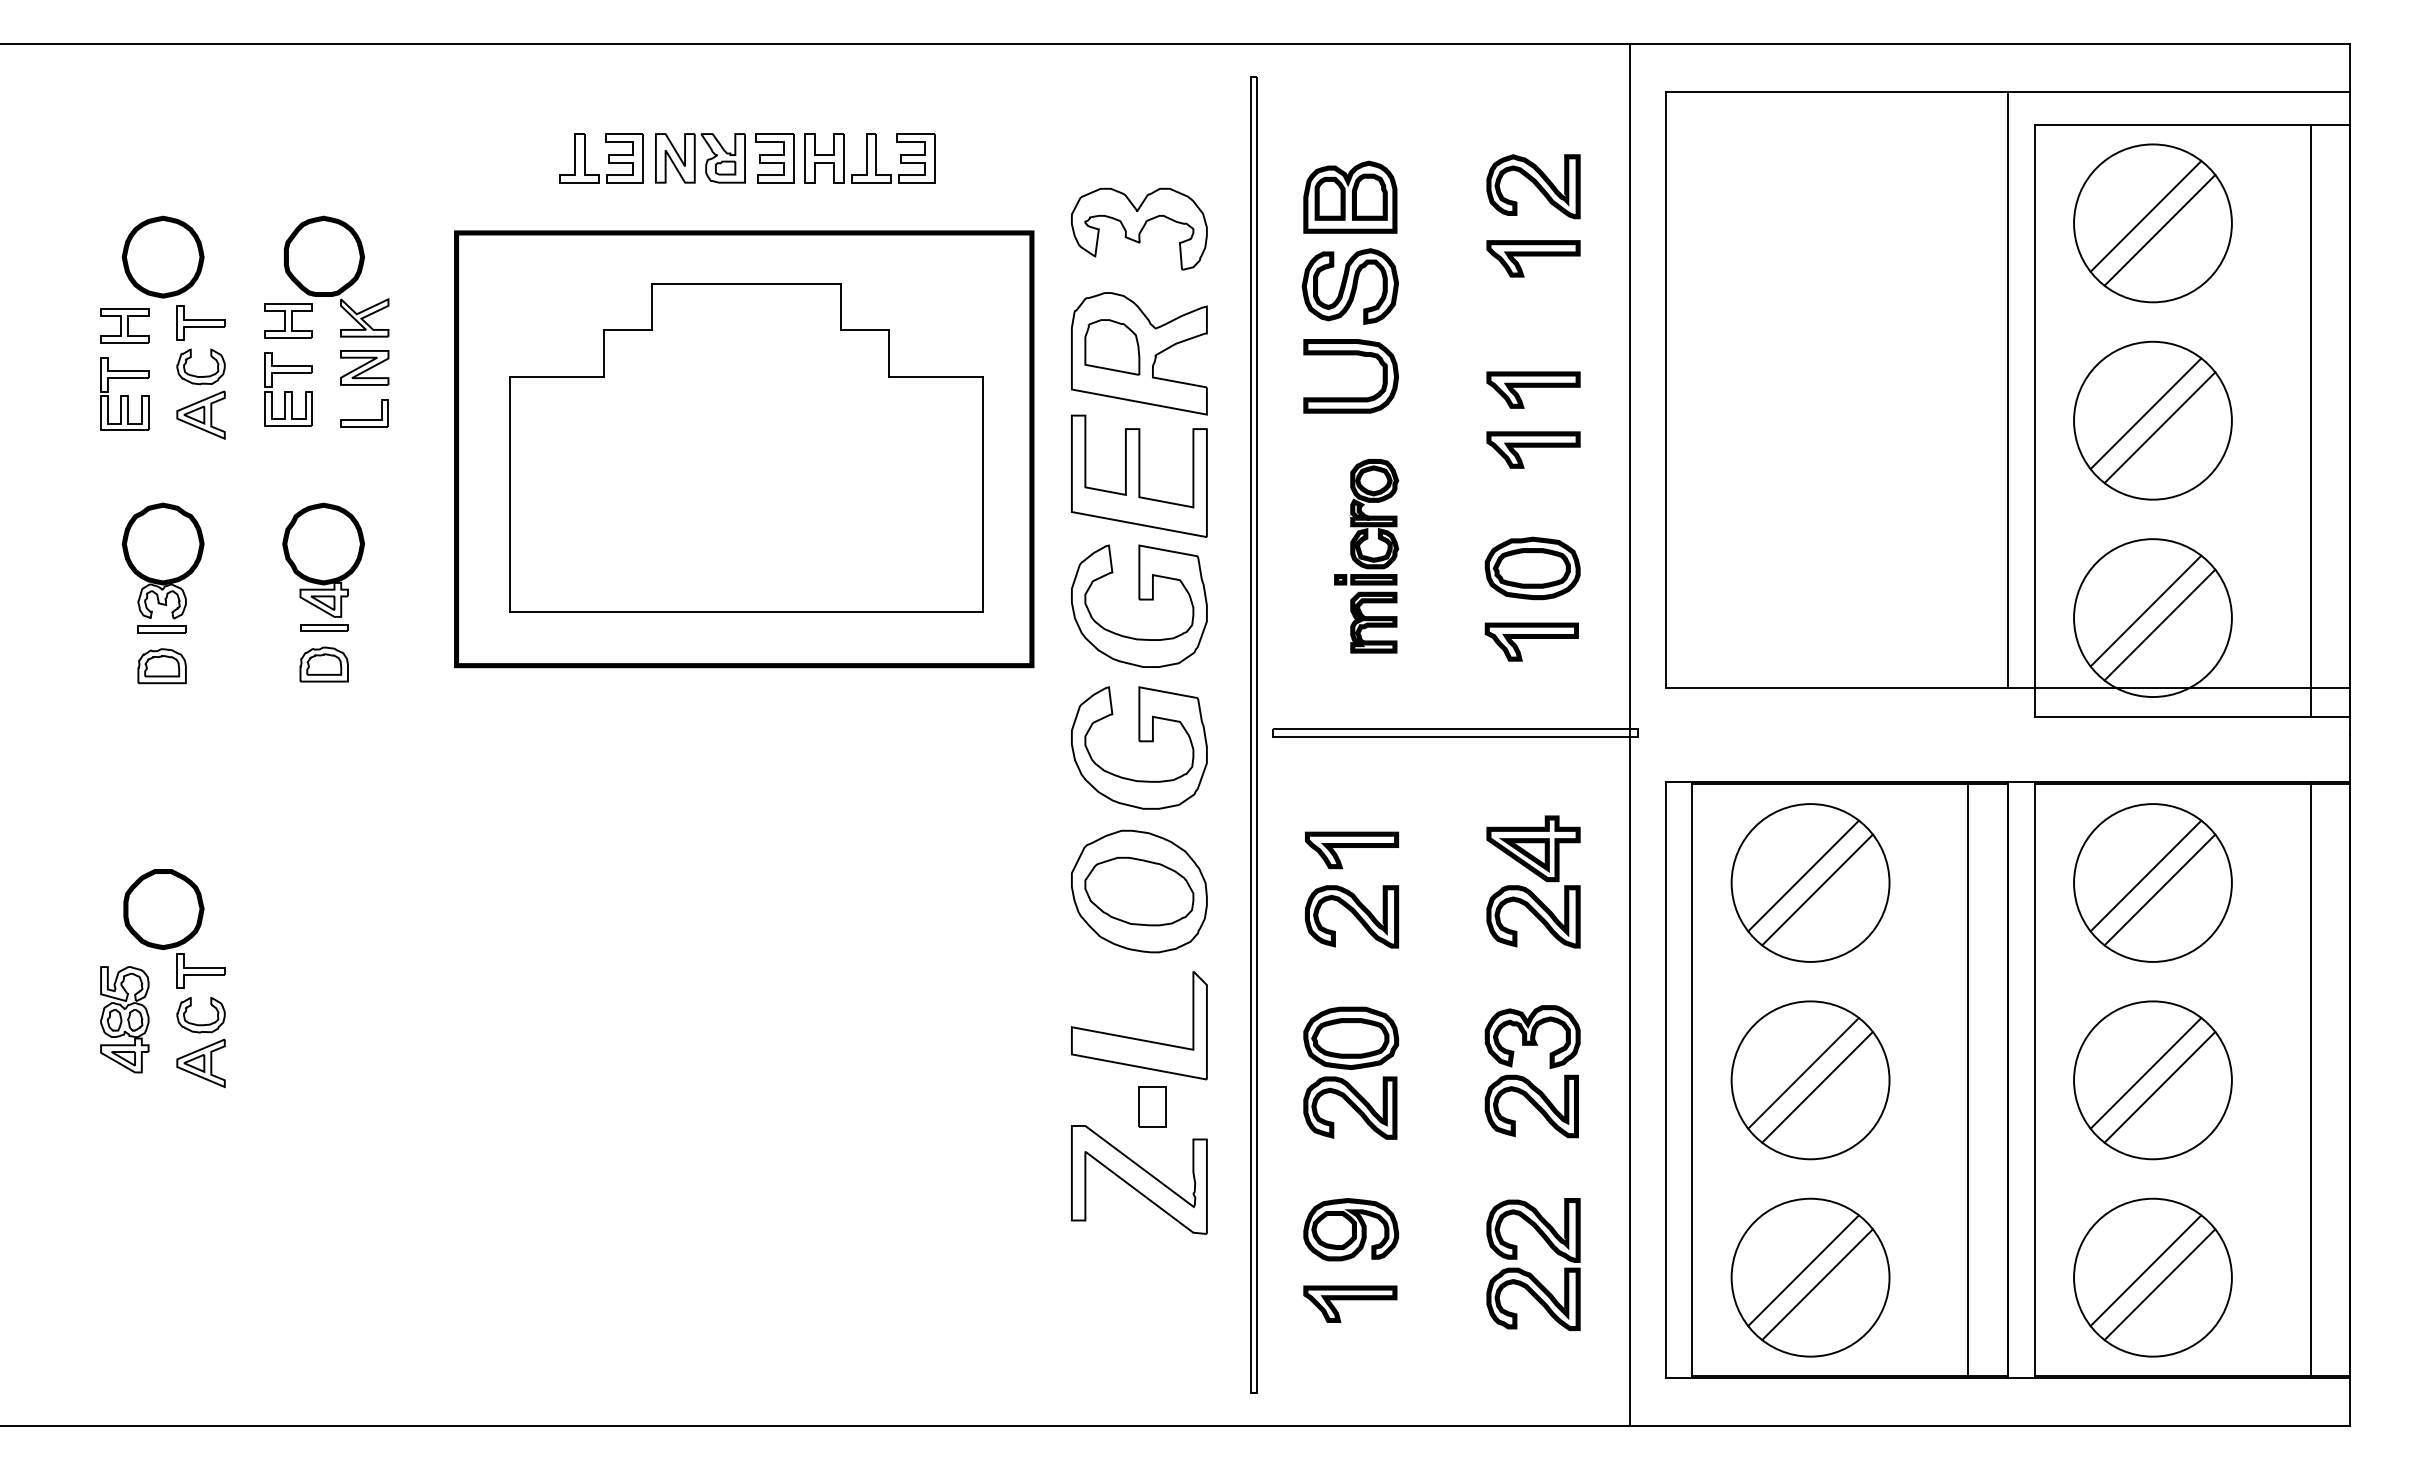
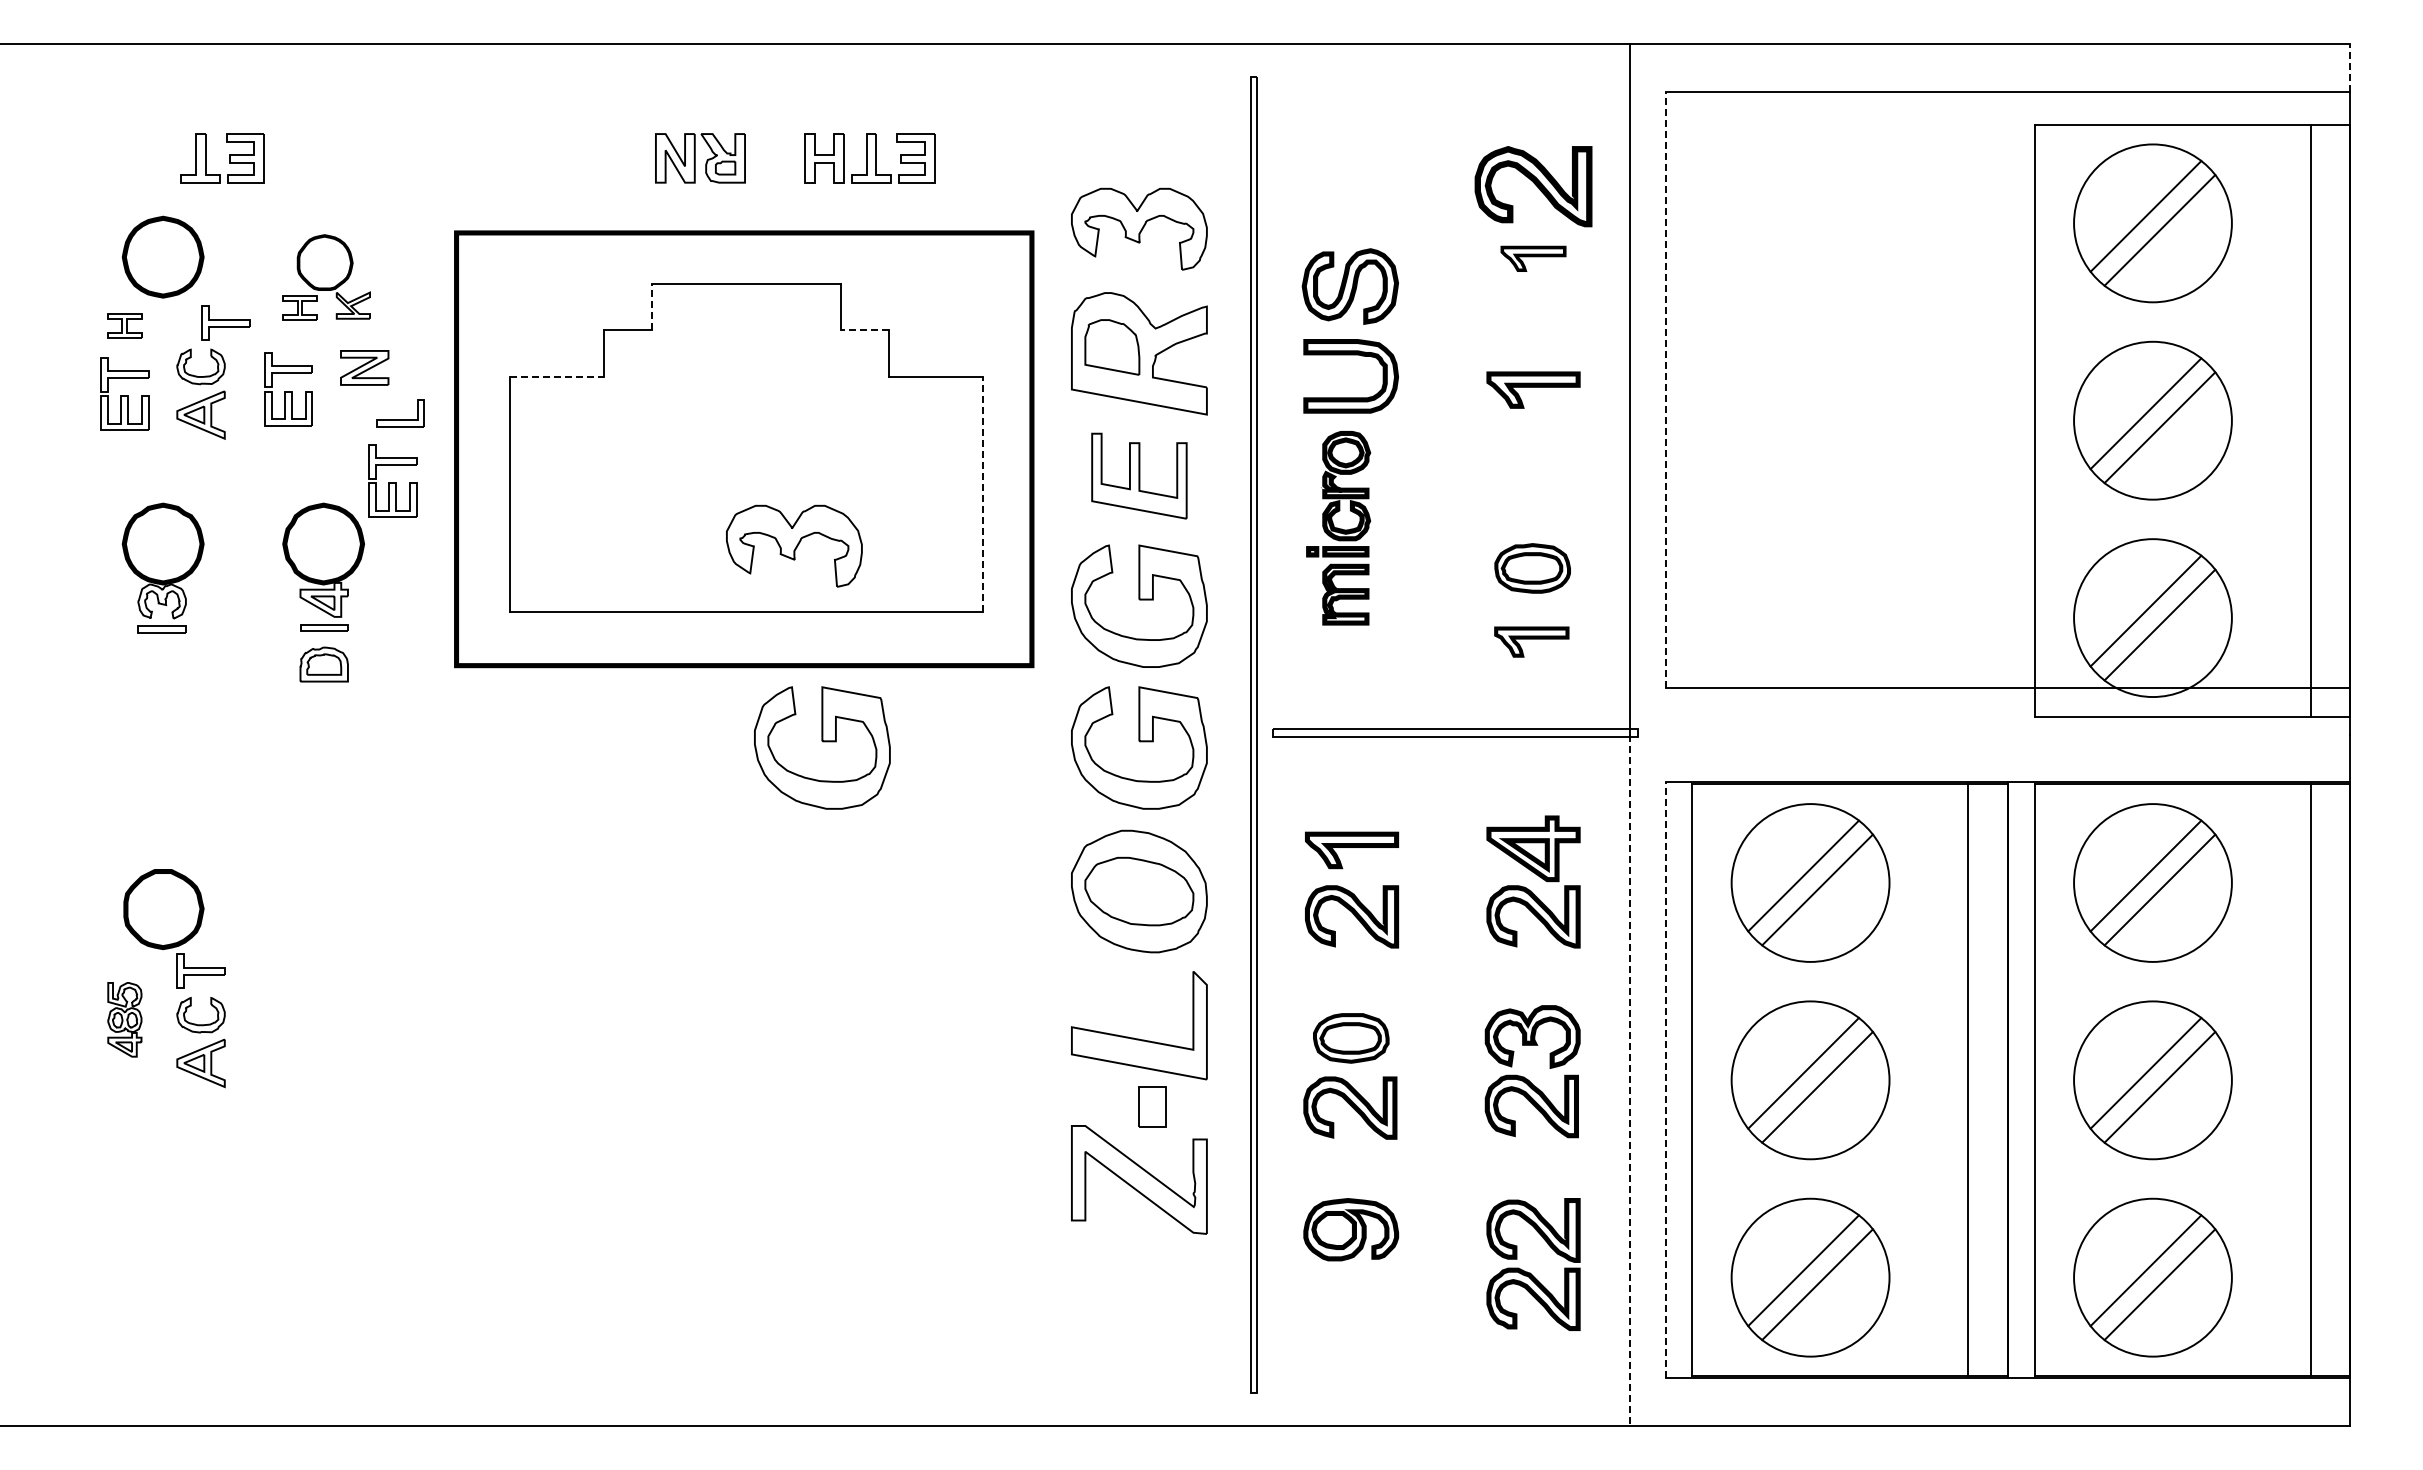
line at (2350, 67): solid -> dashed
part at (608, 158) position: (608, 158) -> (229, 158)
part at (774, 158): present -> none
part at (1533, 186) size: 95x66 px -> 119x82 px
part at (1350, 196): present -> none
part at (1533, 258) size: 95x38 px -> 67x27 px
part at (326, 276) size: 126x124 px -> 89x87 px
line at (651, 306): solid -> dashed
part at (200, 322) position: (200, 322) -> (225, 322)
part at (124, 325) size: 50x36 px -> 36x26 px
line at (864, 329): solid -> dashed
line at (557, 377): solid -> dashed
line at (1665, 389): solid -> dashed
line at (2007, 389): present -> none
part at (364, 413) position: (364, 413) -> (400, 413)
part at (1533, 449): present -> none
part at (1139, 475) size: 137x124 px -> 97x88 px
part at (392, 480): none -> present
line at (983, 493): solid -> dashed
part at (794, 545): none -> present
part at (1366, 556) position: (1366, 556) -> (1338, 528)
part at (1532, 568) size: 97x65 px -> 77x51 px
part at (1531, 641) size: 95x40 px -> 76x32 px
part at (161, 666): present -> none
part at (822, 747): none -> present
part at (124, 1019) size: 50x108 px -> 36x76 px
part at (1351, 1038) size: 97x65 px -> 77x51 px
line at (1630, 1080): solid -> dashed
line at (1665, 1080): solid -> dashed
part at (1350, 1303): present -> none
